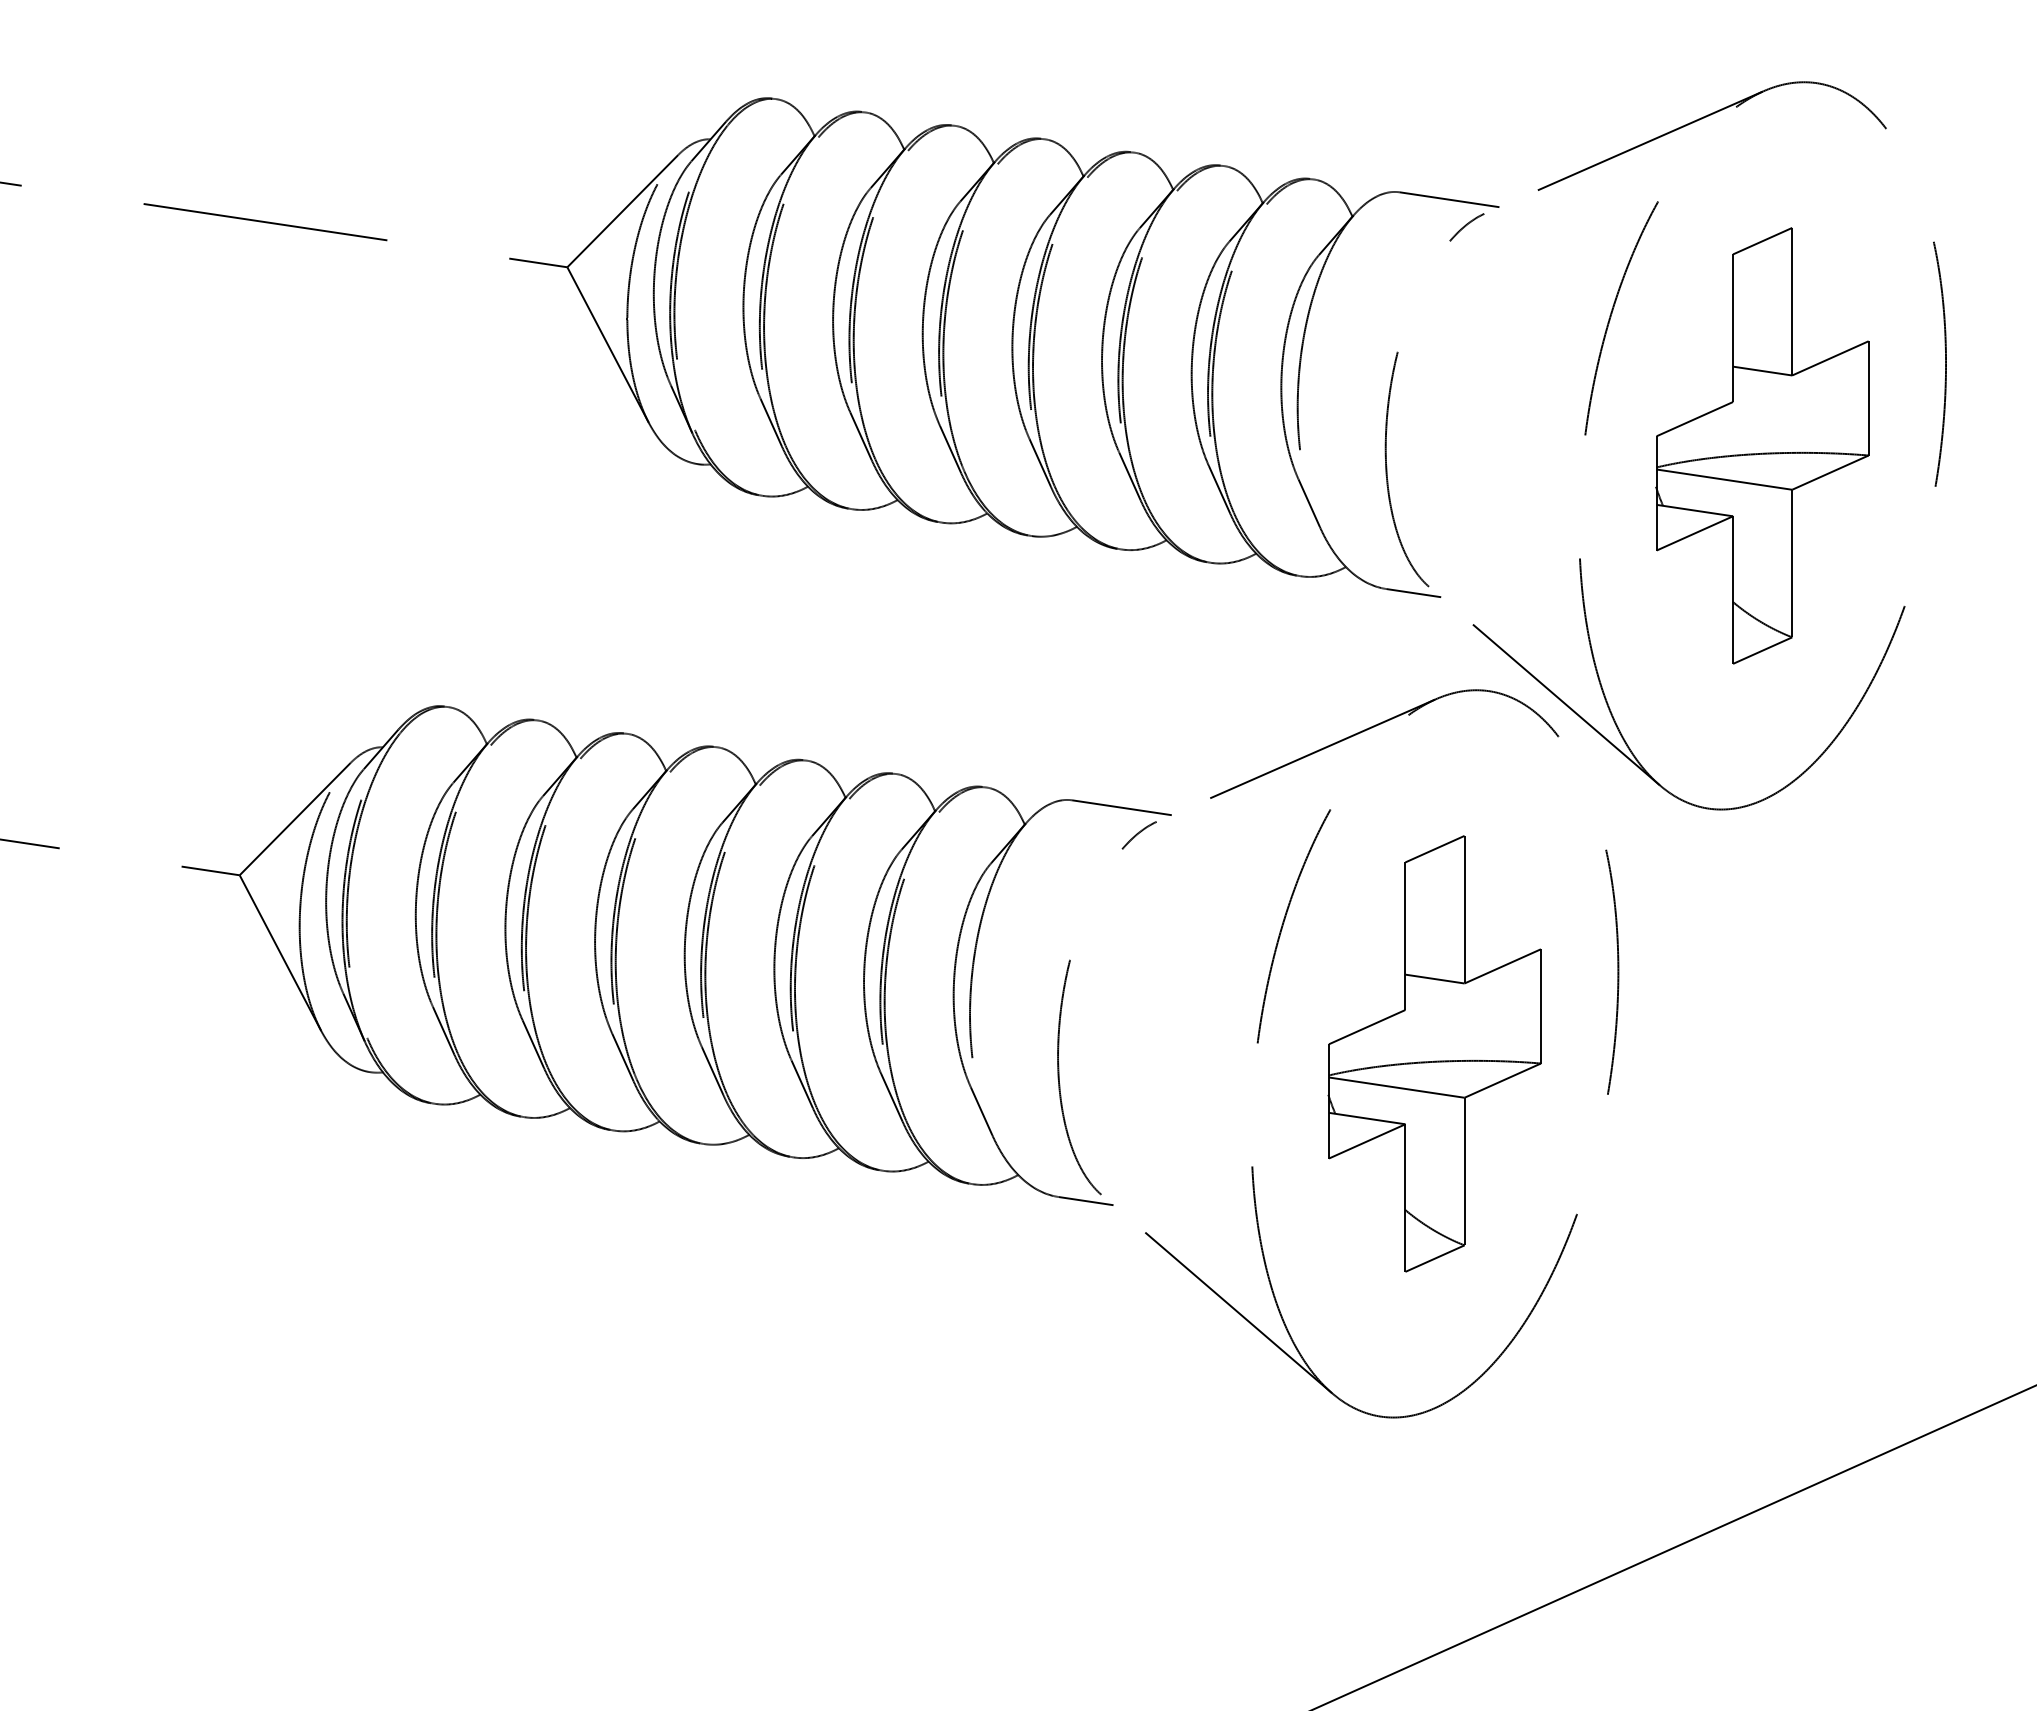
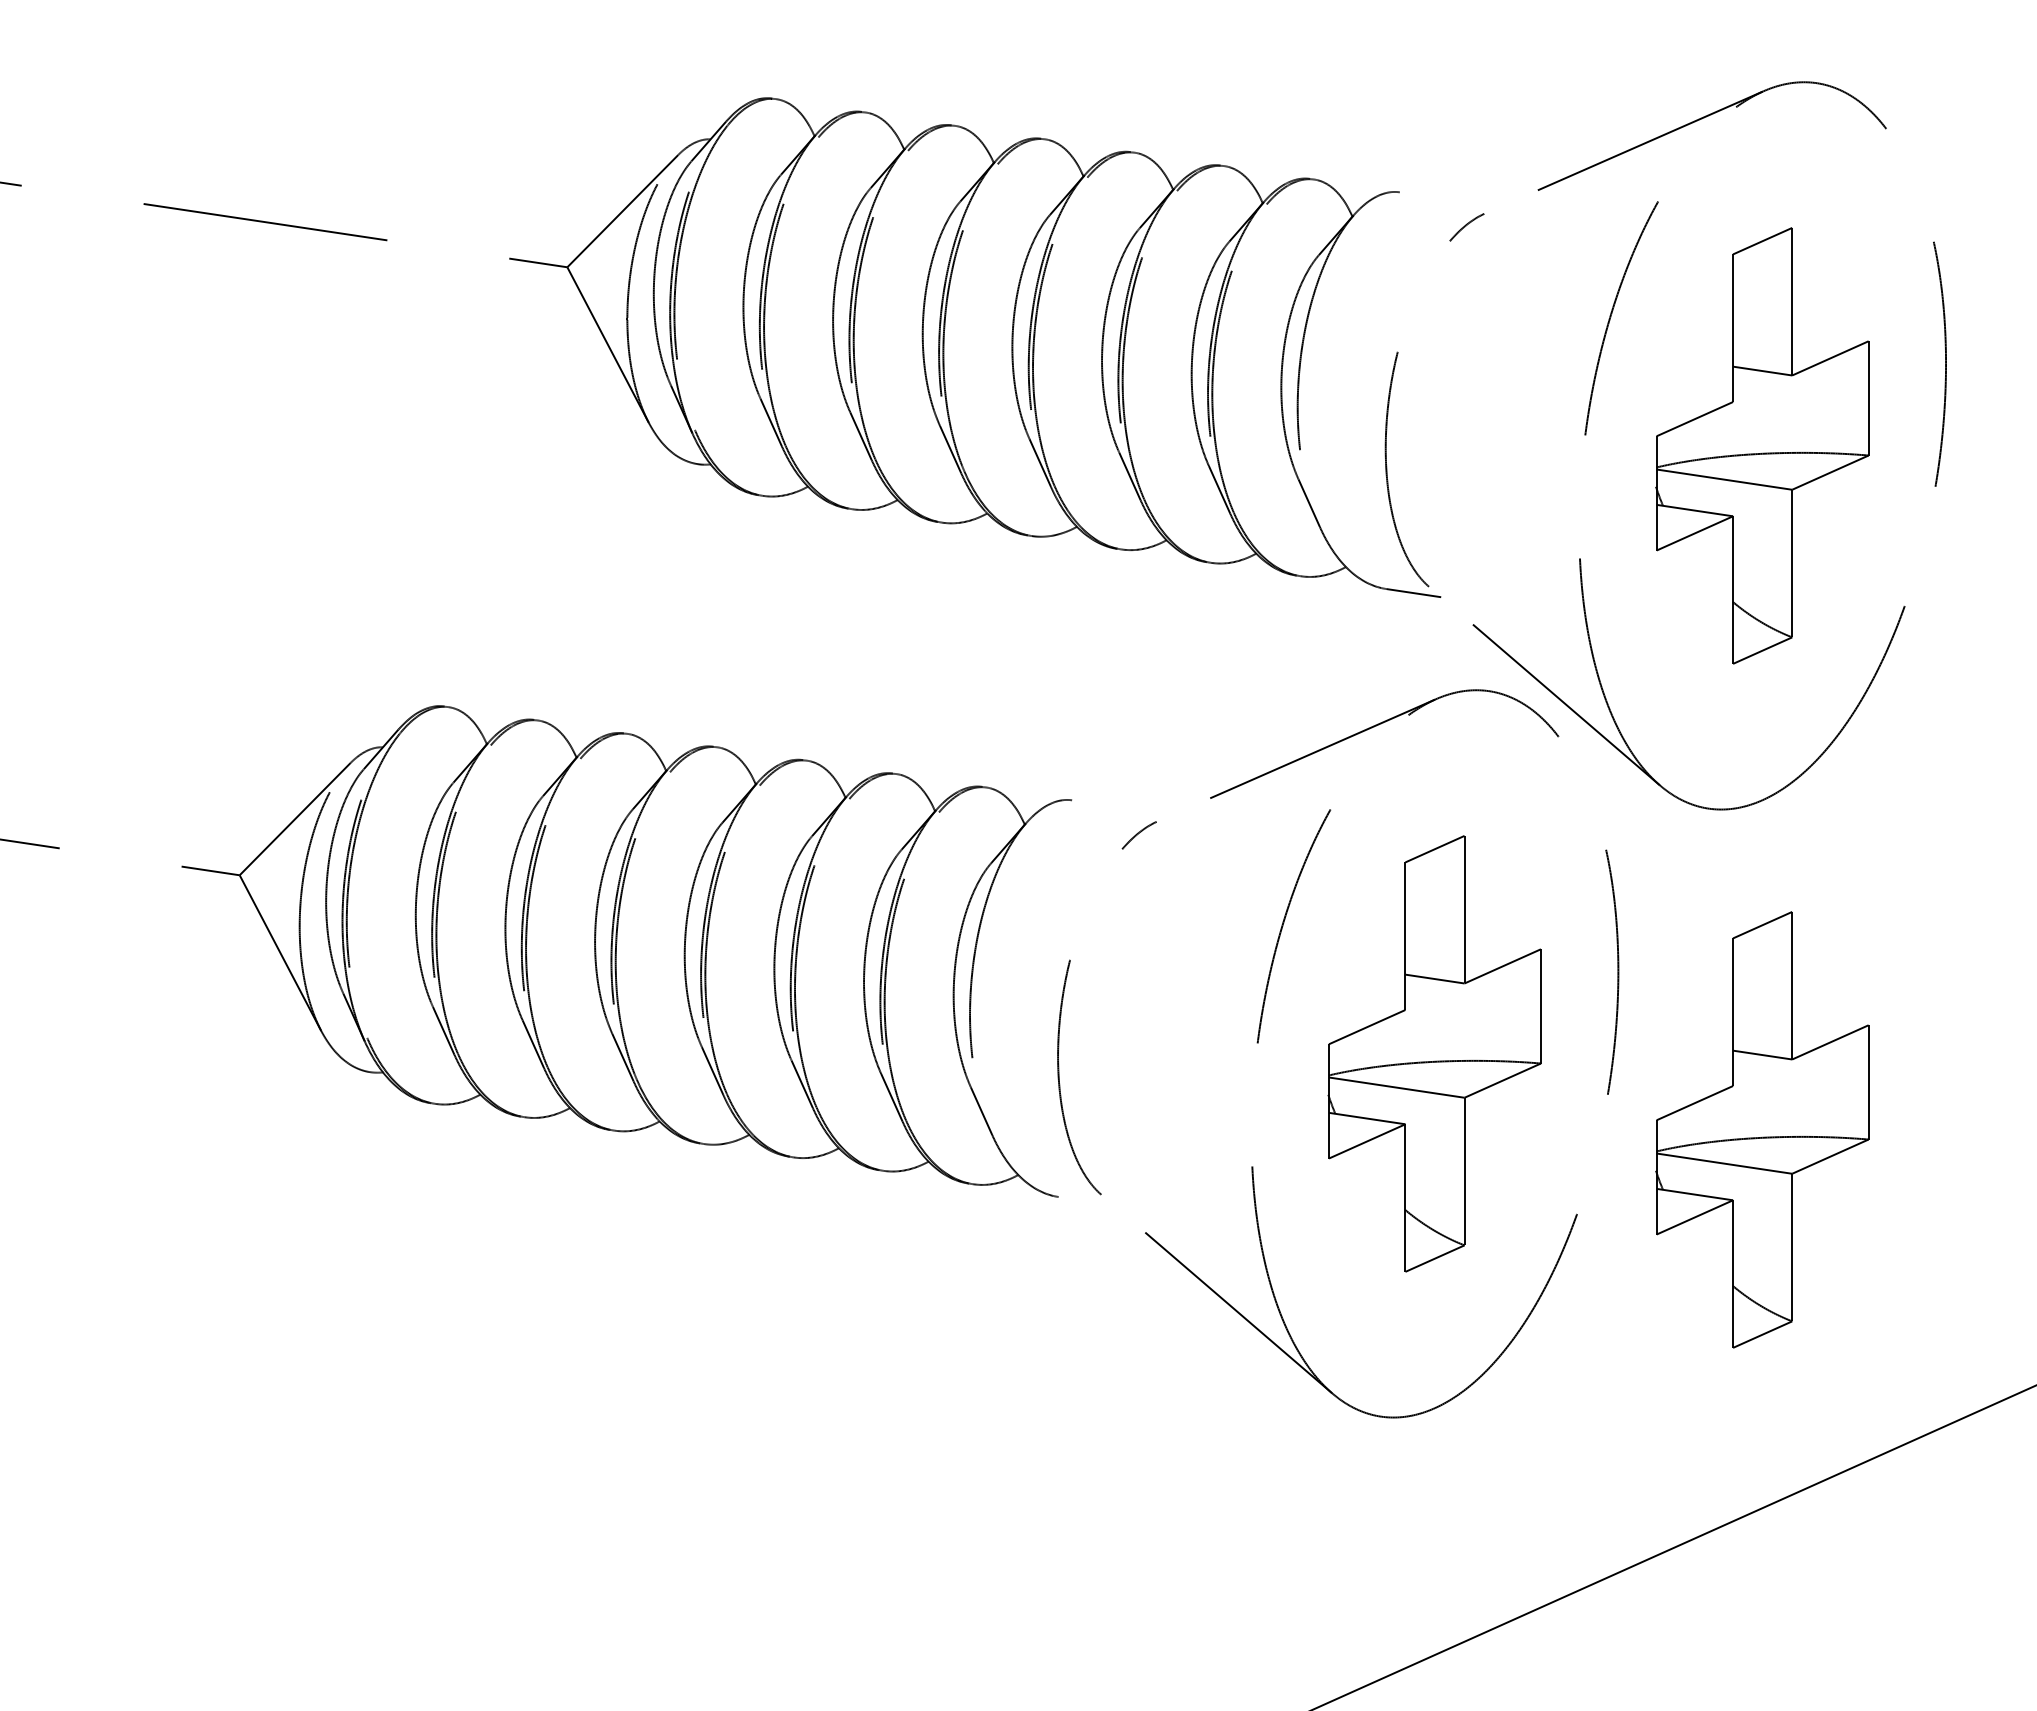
line at (1449, 199): present -> none
line at (1121, 807): present -> none
part at (1762, 1129): none -> present
line at (1085, 1201): present -> none
